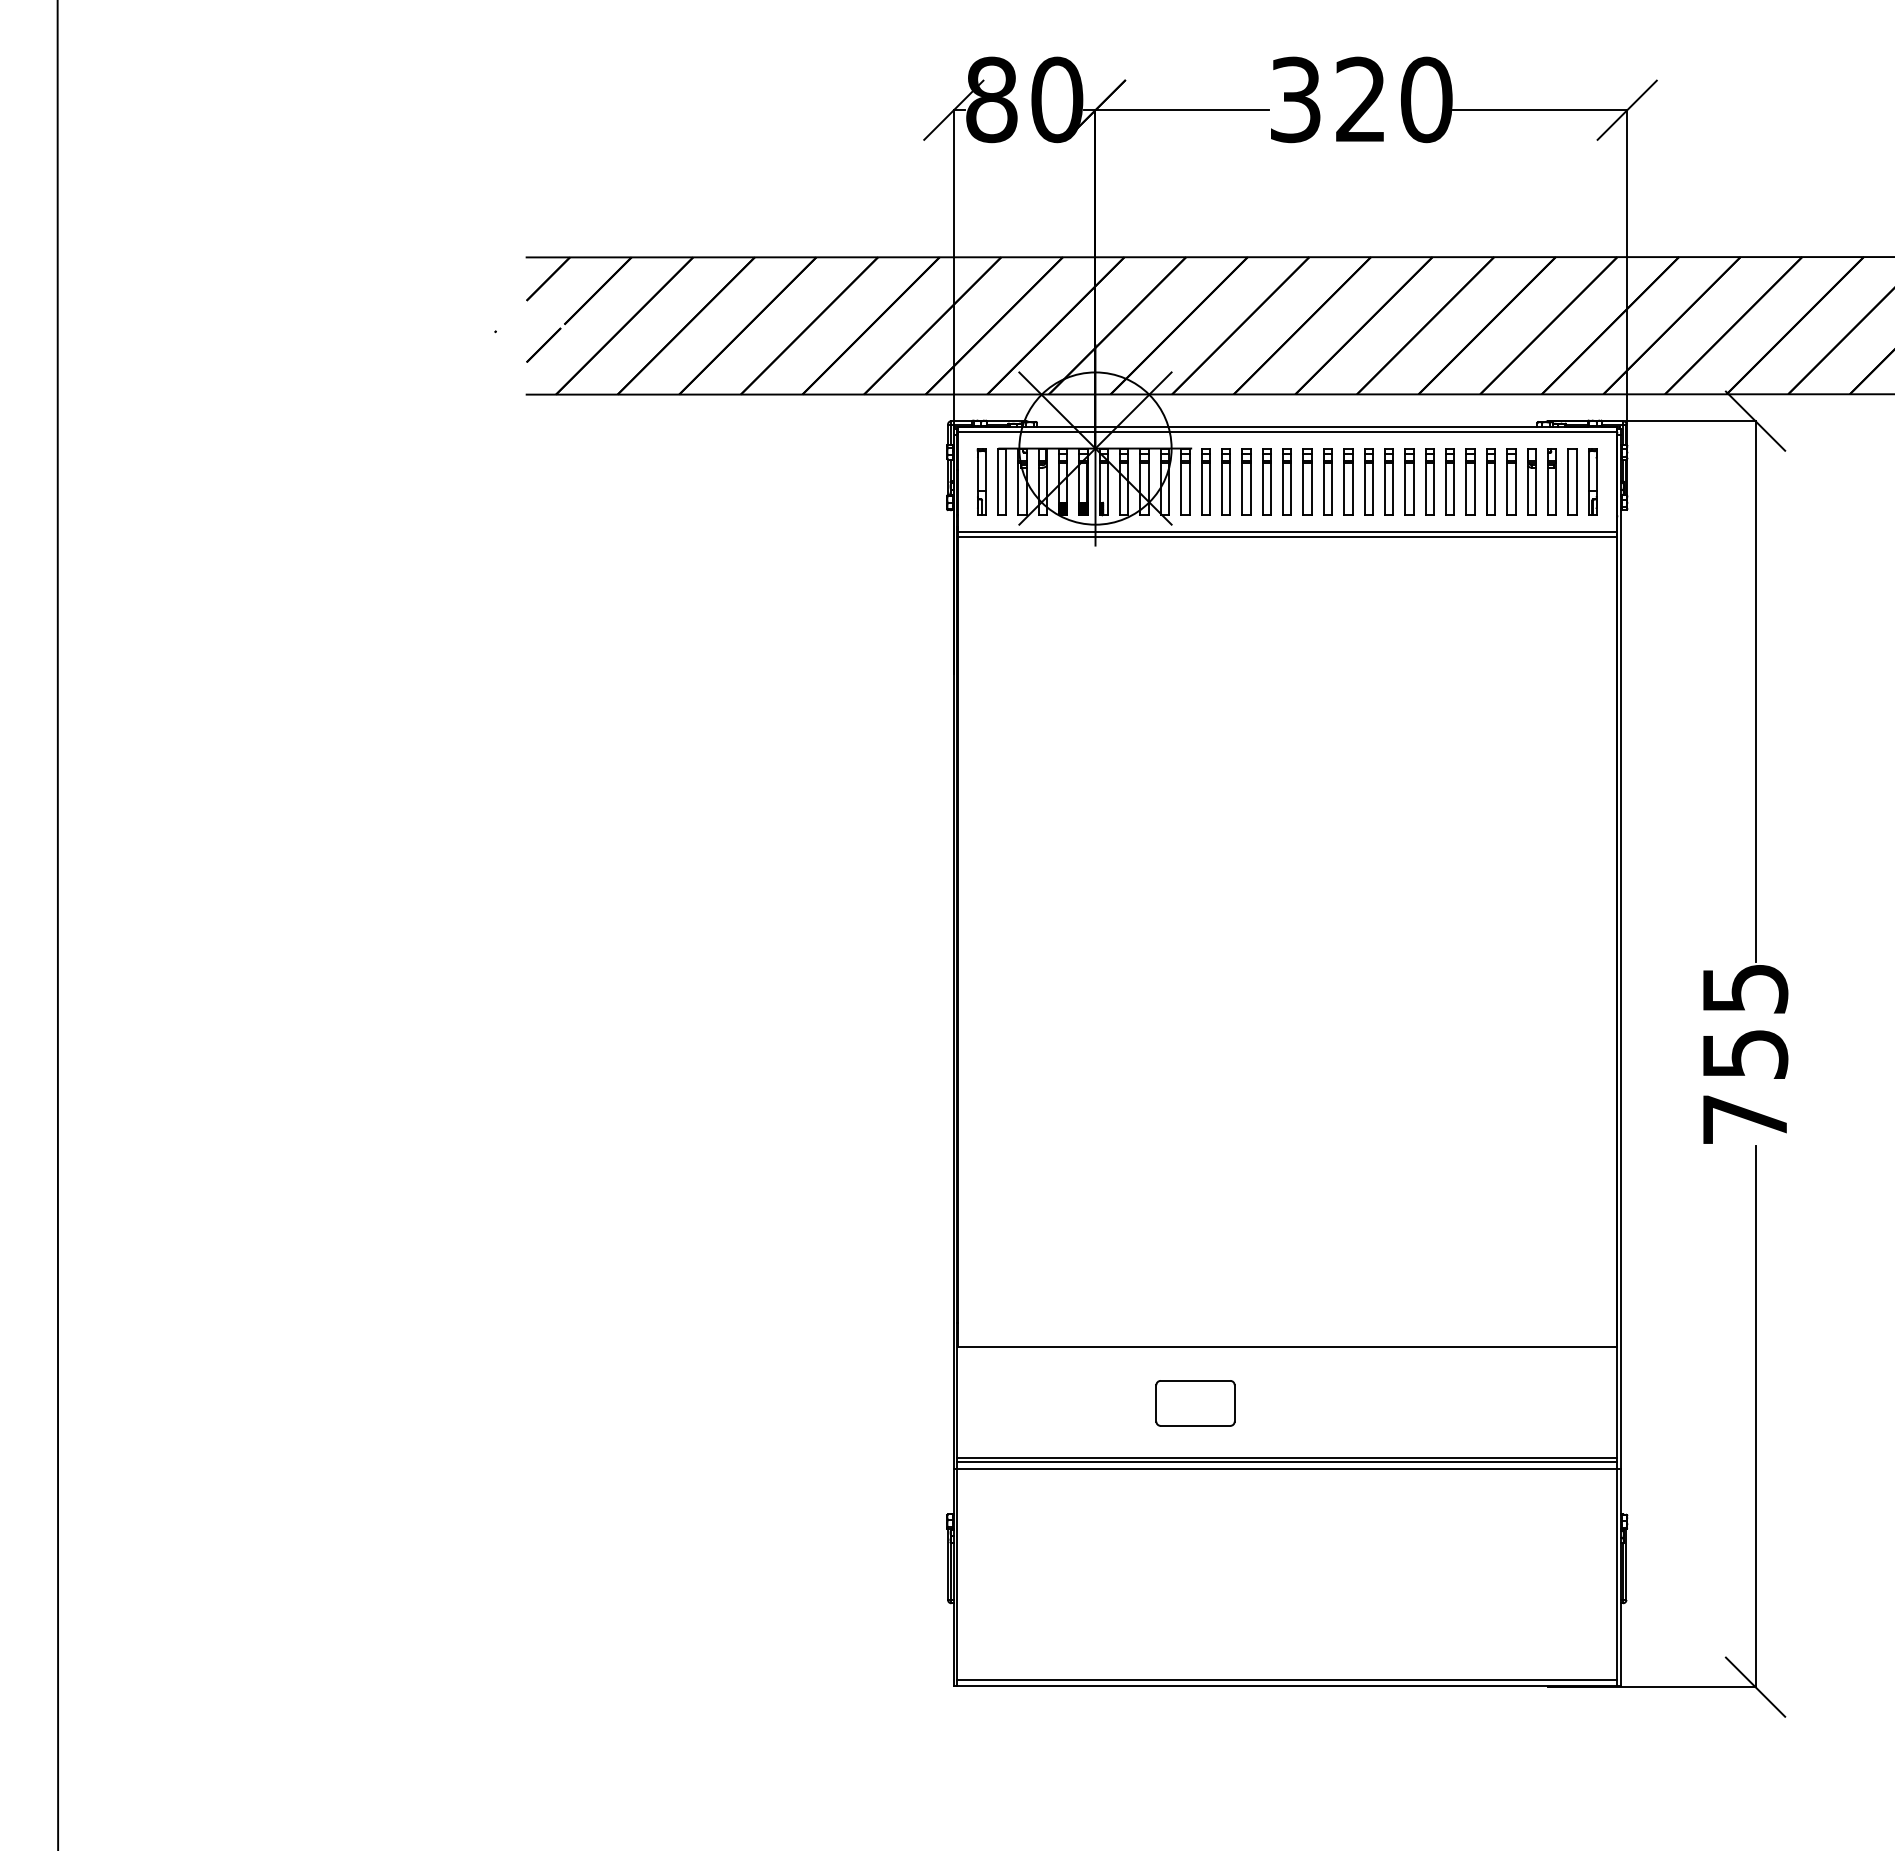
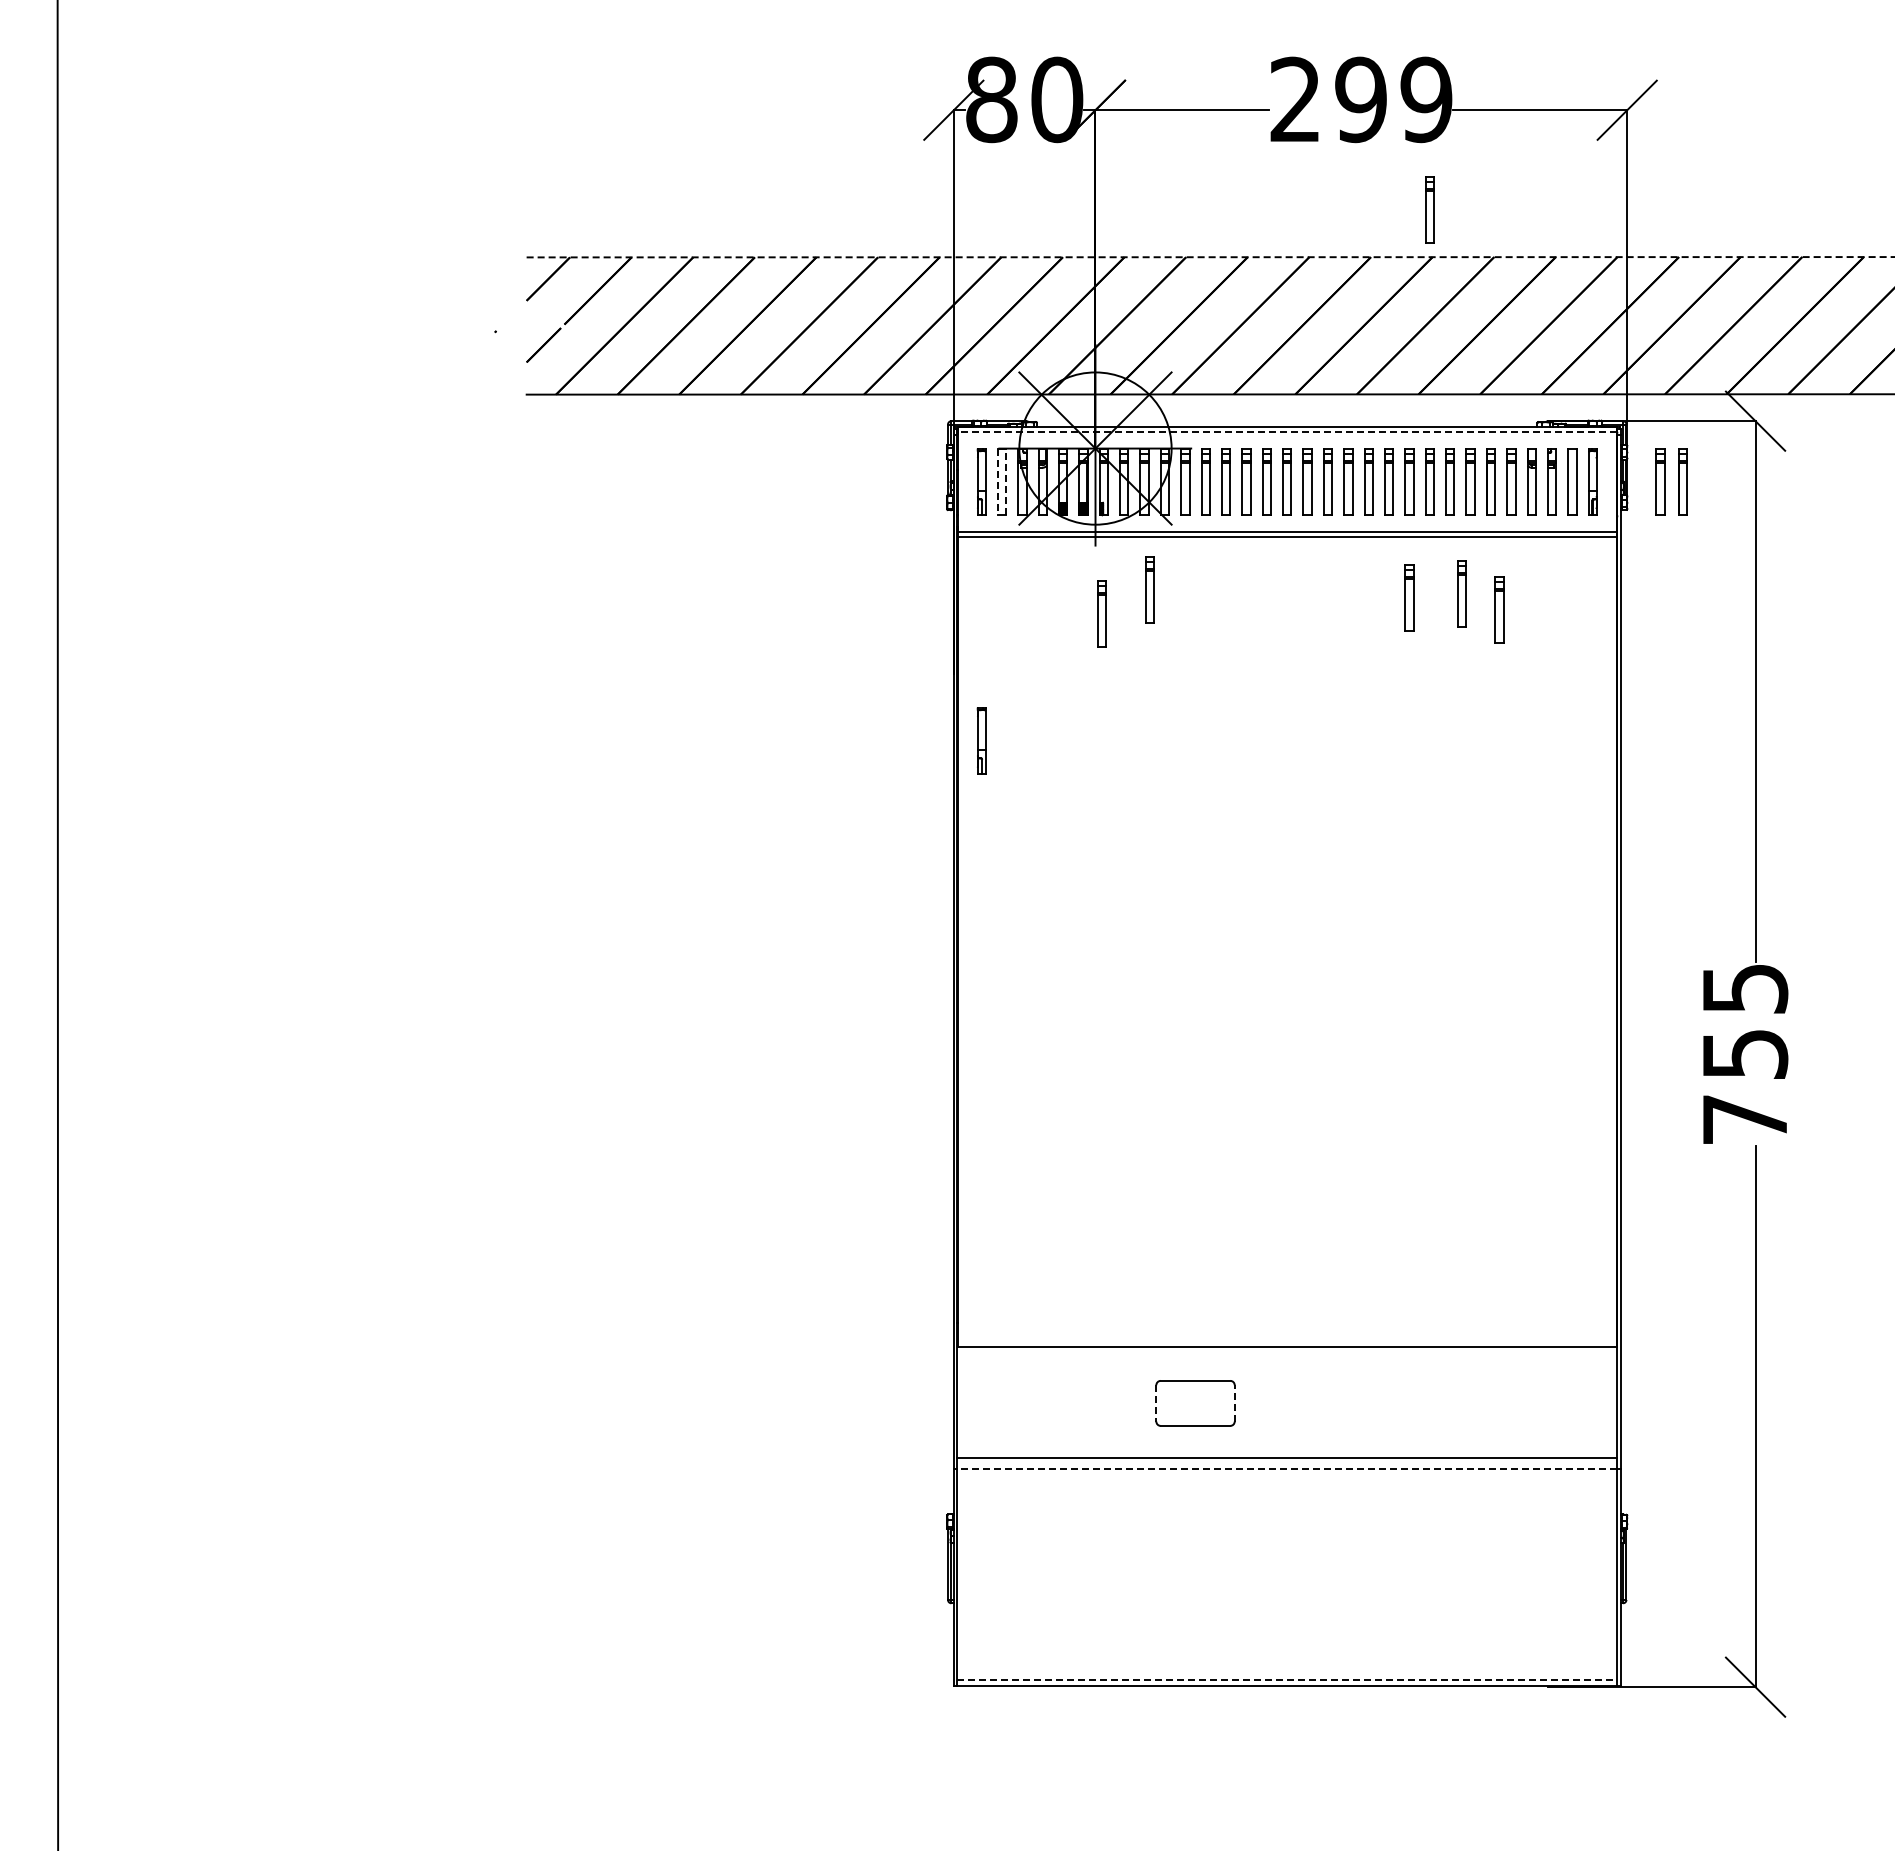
text at (1361, 99): 320 -> 299
part at (1429, 209): none -> present
line at (1210, 257): solid -> dashed
line at (1287, 431): solid -> dashed
line at (1006, 481): solid -> dashed
part at (1660, 481): none -> present
part at (1682, 481): none -> present
line at (997, 482): solid -> dashed
part at (1149, 589): none -> present
part at (1461, 593): none -> present
part at (1409, 597): none -> present
part at (1499, 609): none -> present
part at (1101, 613): none -> present
part at (981, 740): none -> present
line at (1234, 1402): solid -> dashed
line at (1156, 1403): solid -> dashed
line at (1287, 1462): present -> none
line at (1286, 1468): solid -> dashed
line at (1287, 1679): solid -> dashed
